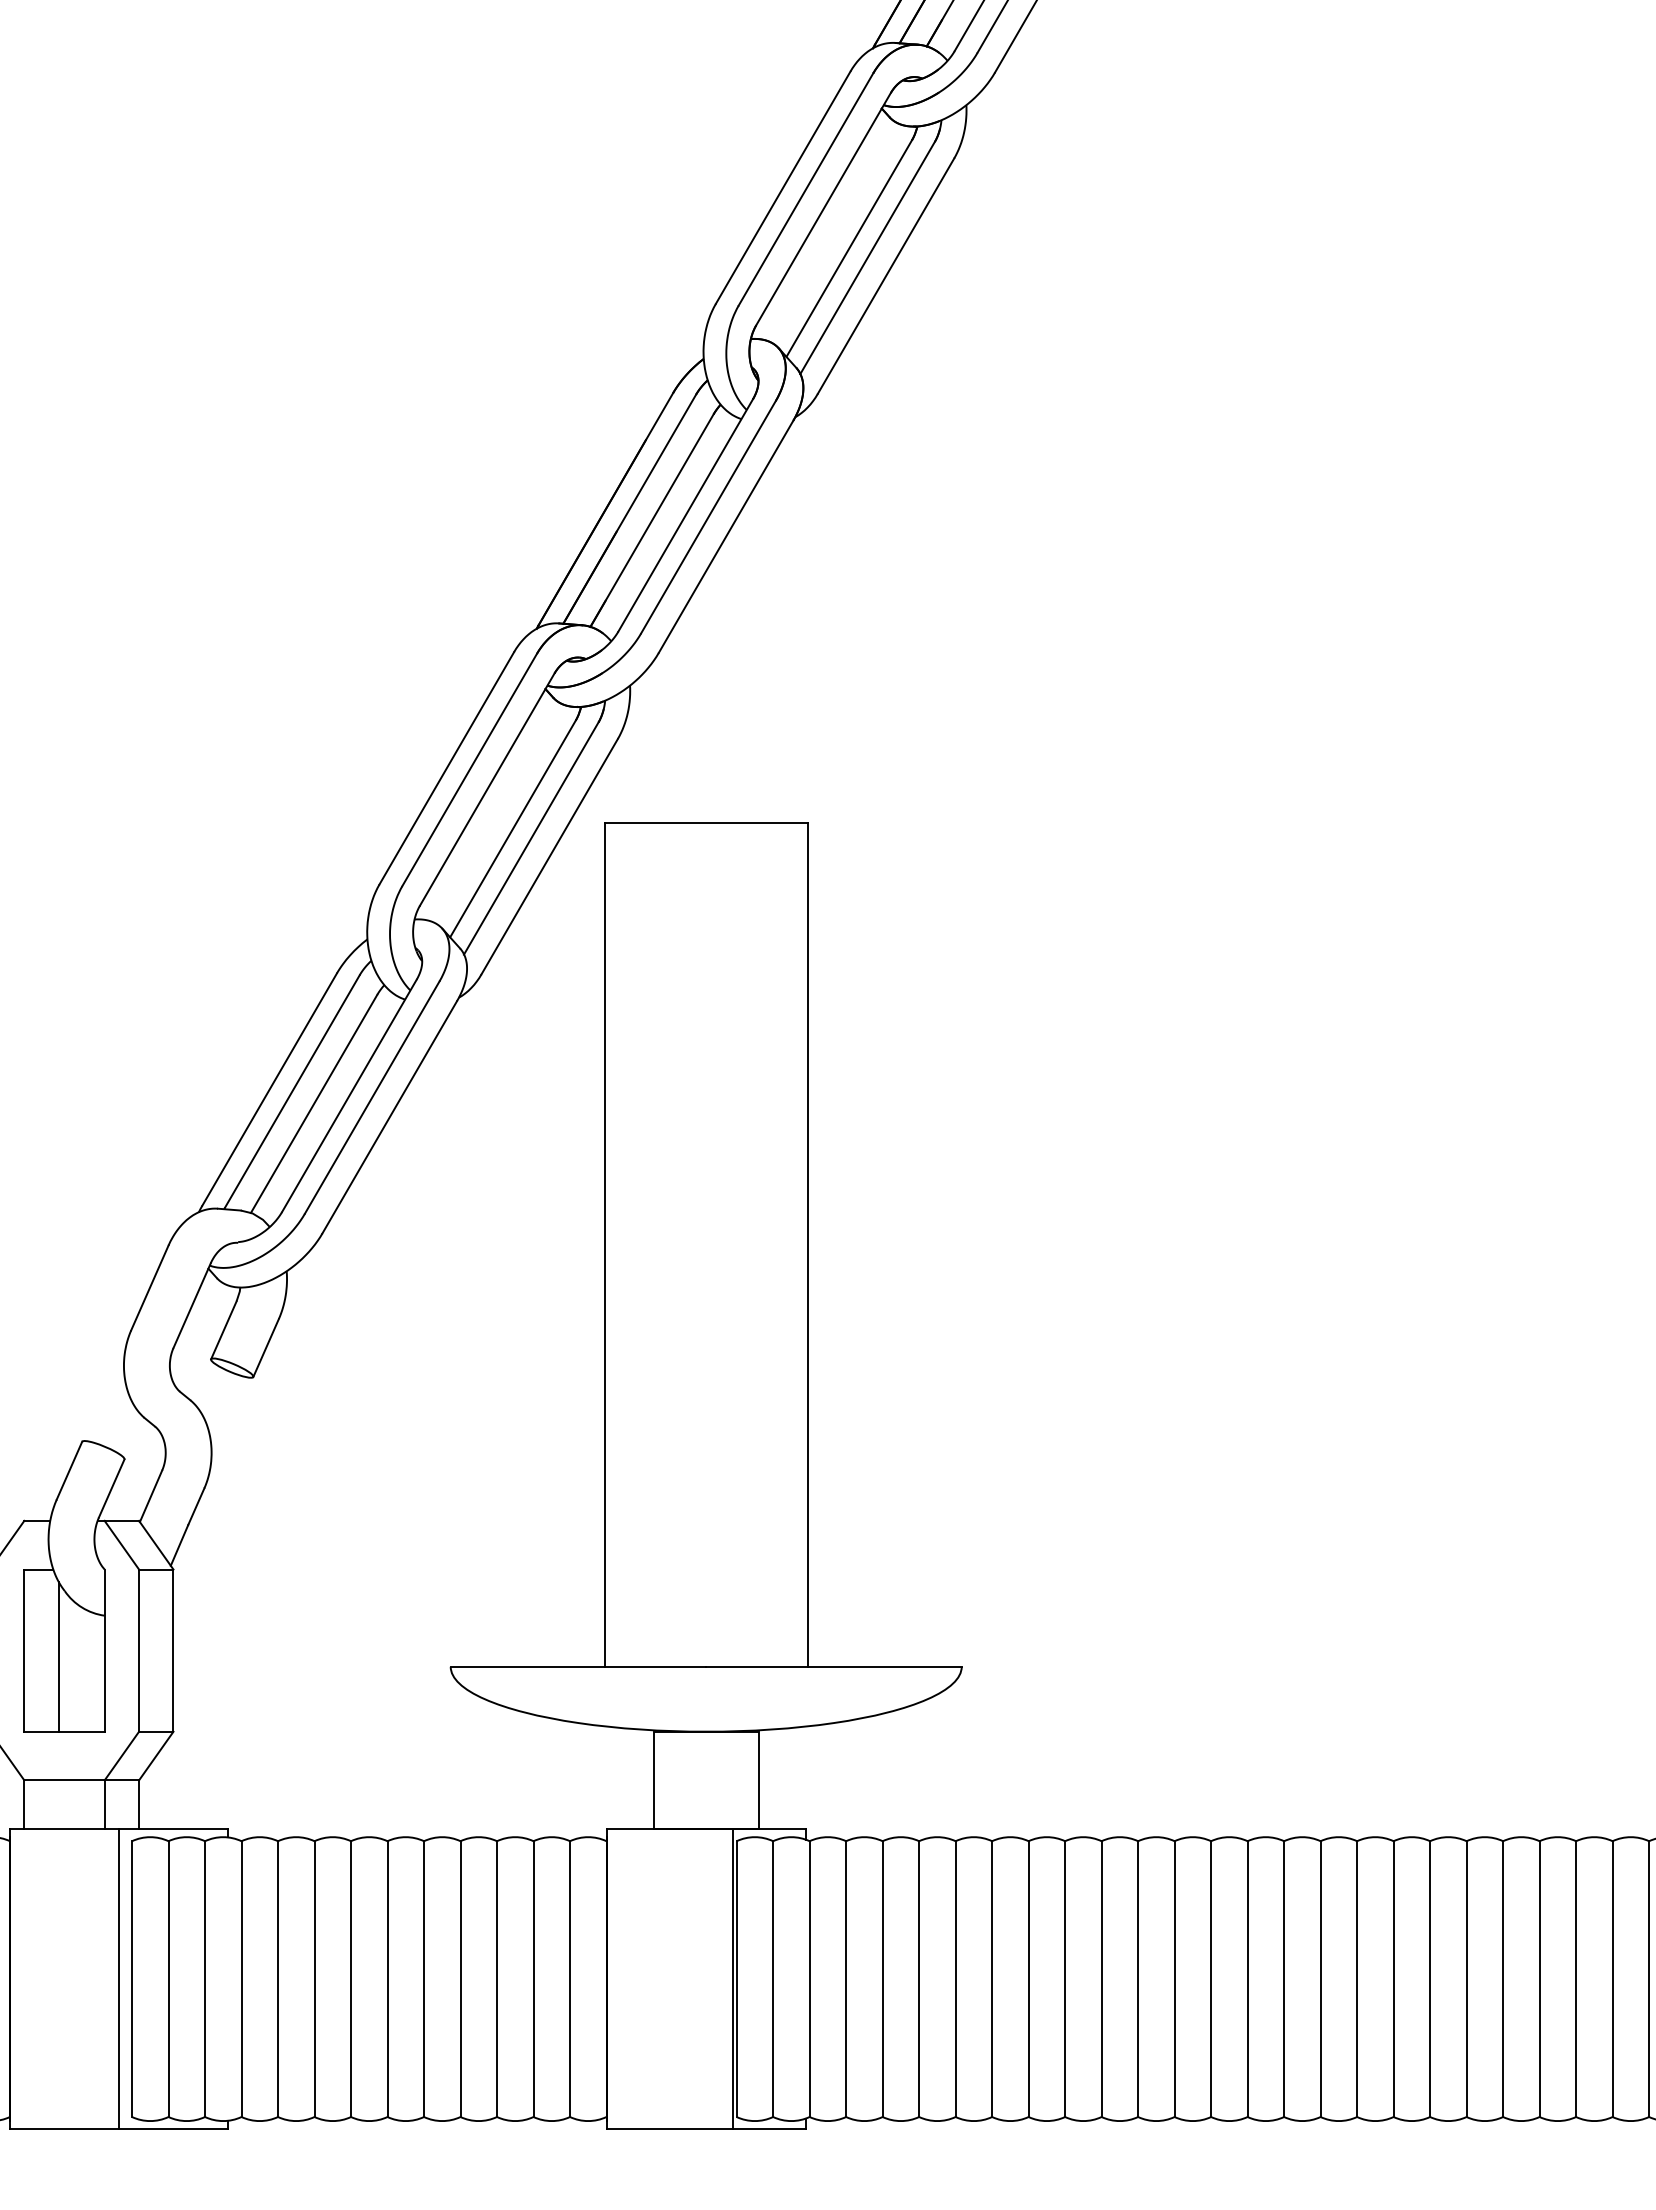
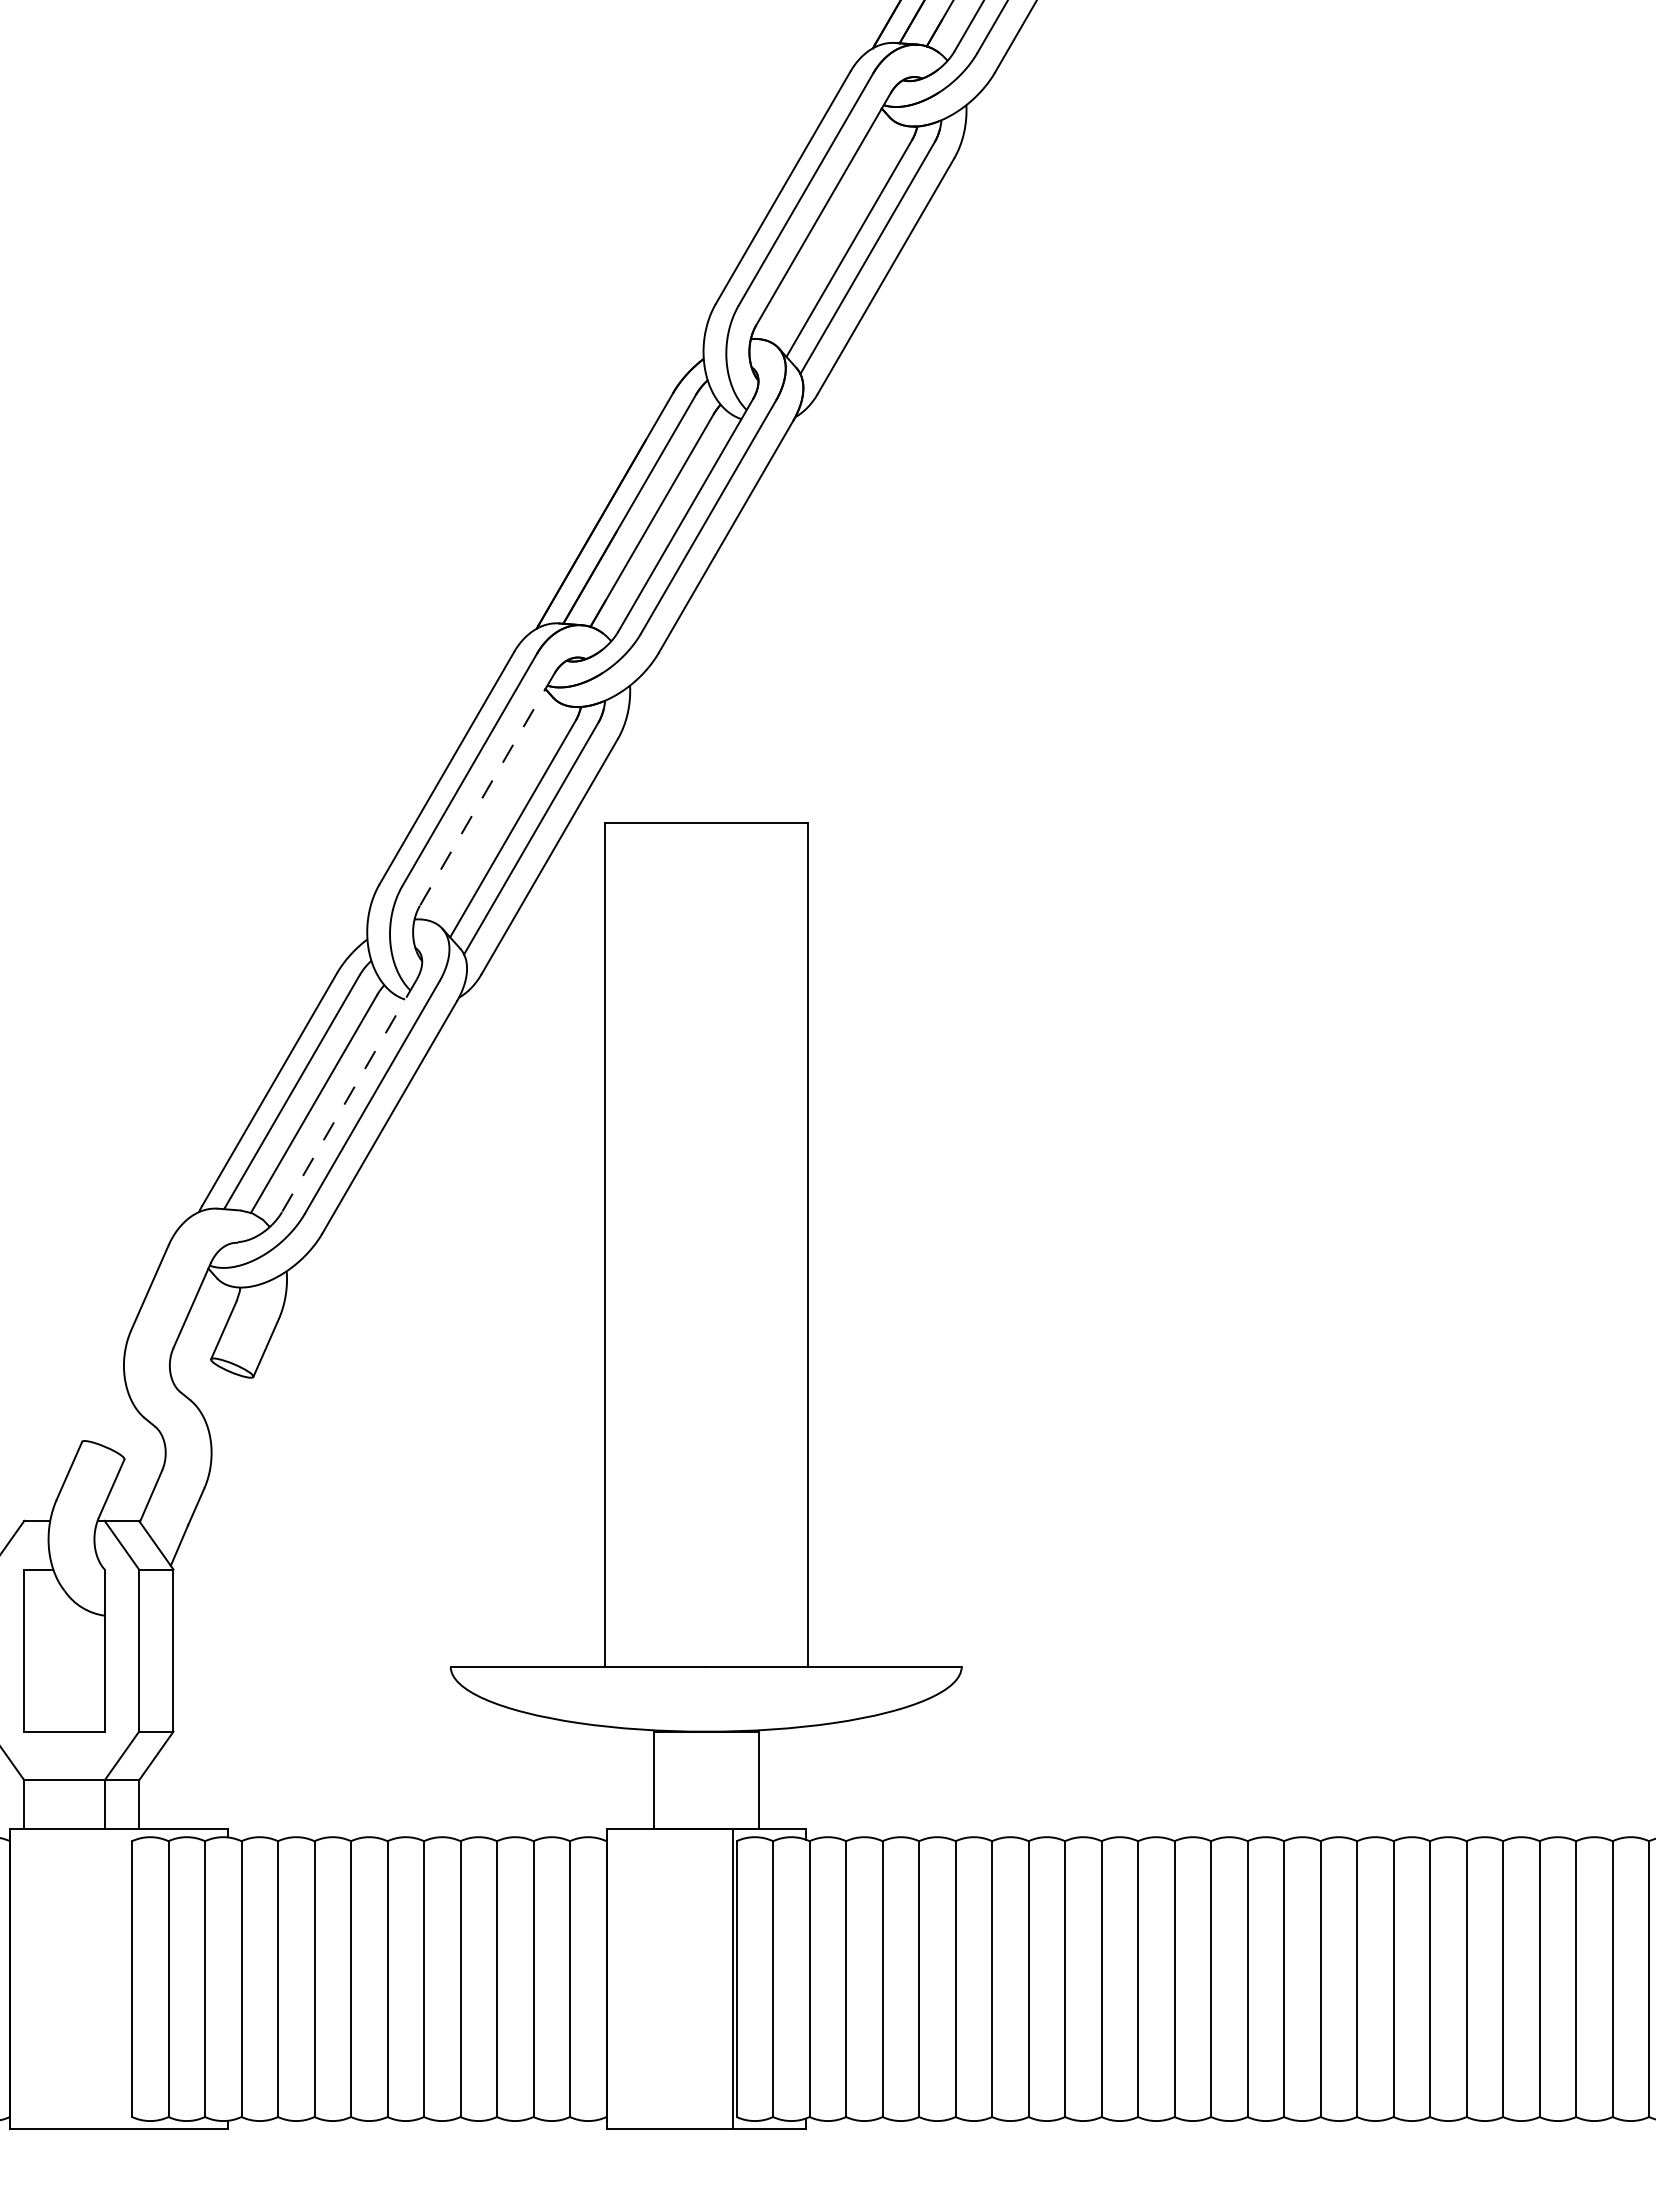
line at (486, 790): solid -> dashed
line at (349, 1096): solid -> dashed
line at (58, 1656): present -> none
line at (119, 1979): present -> none
